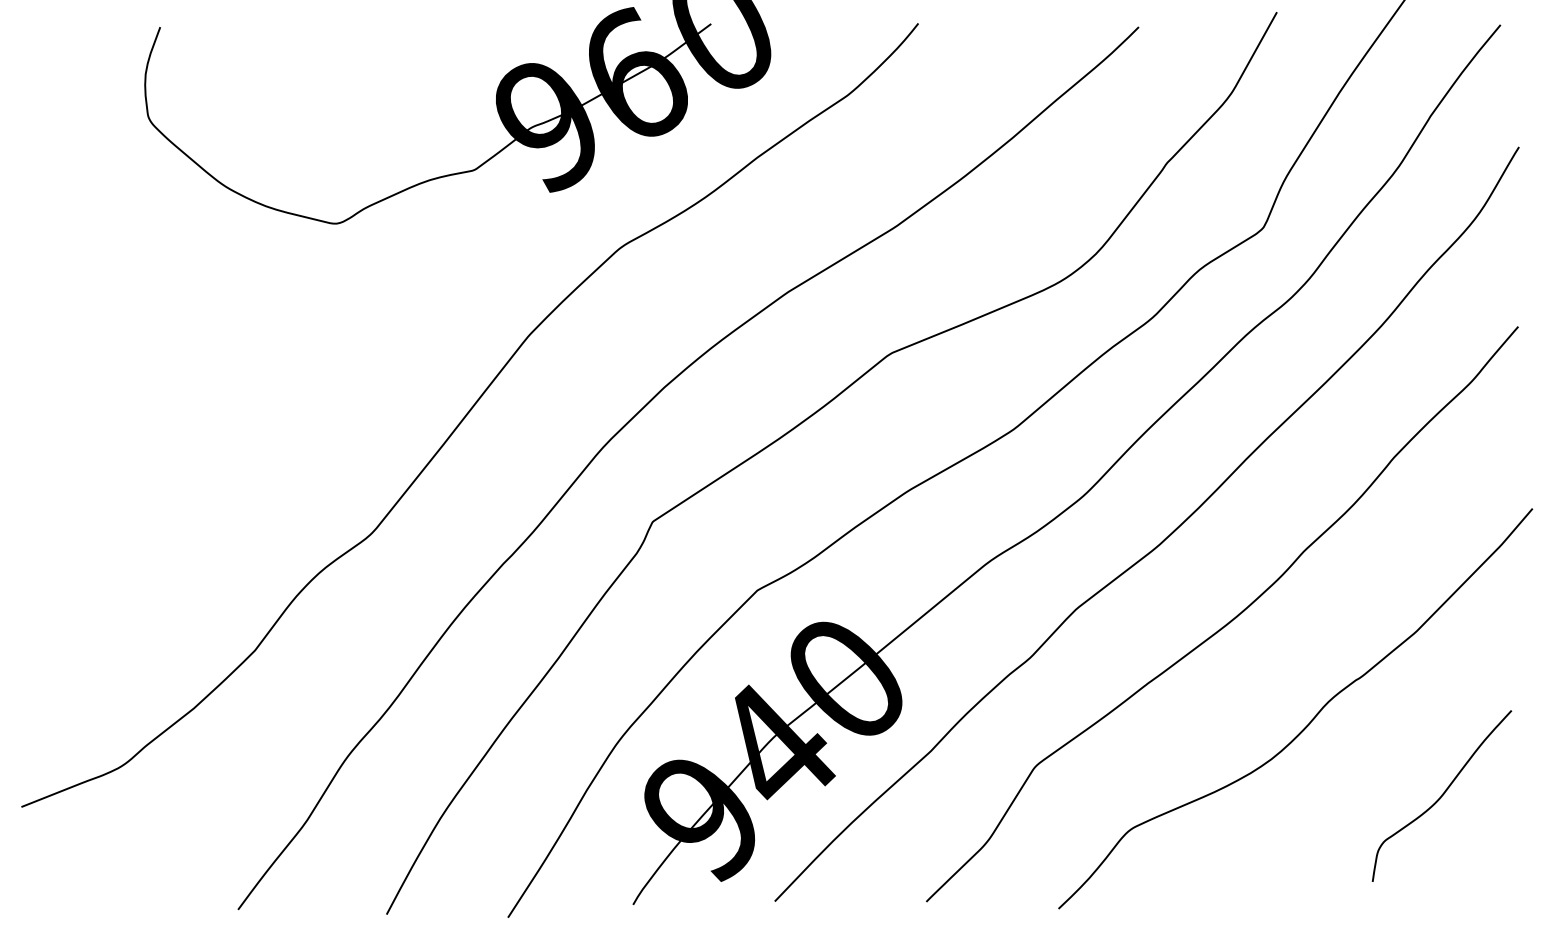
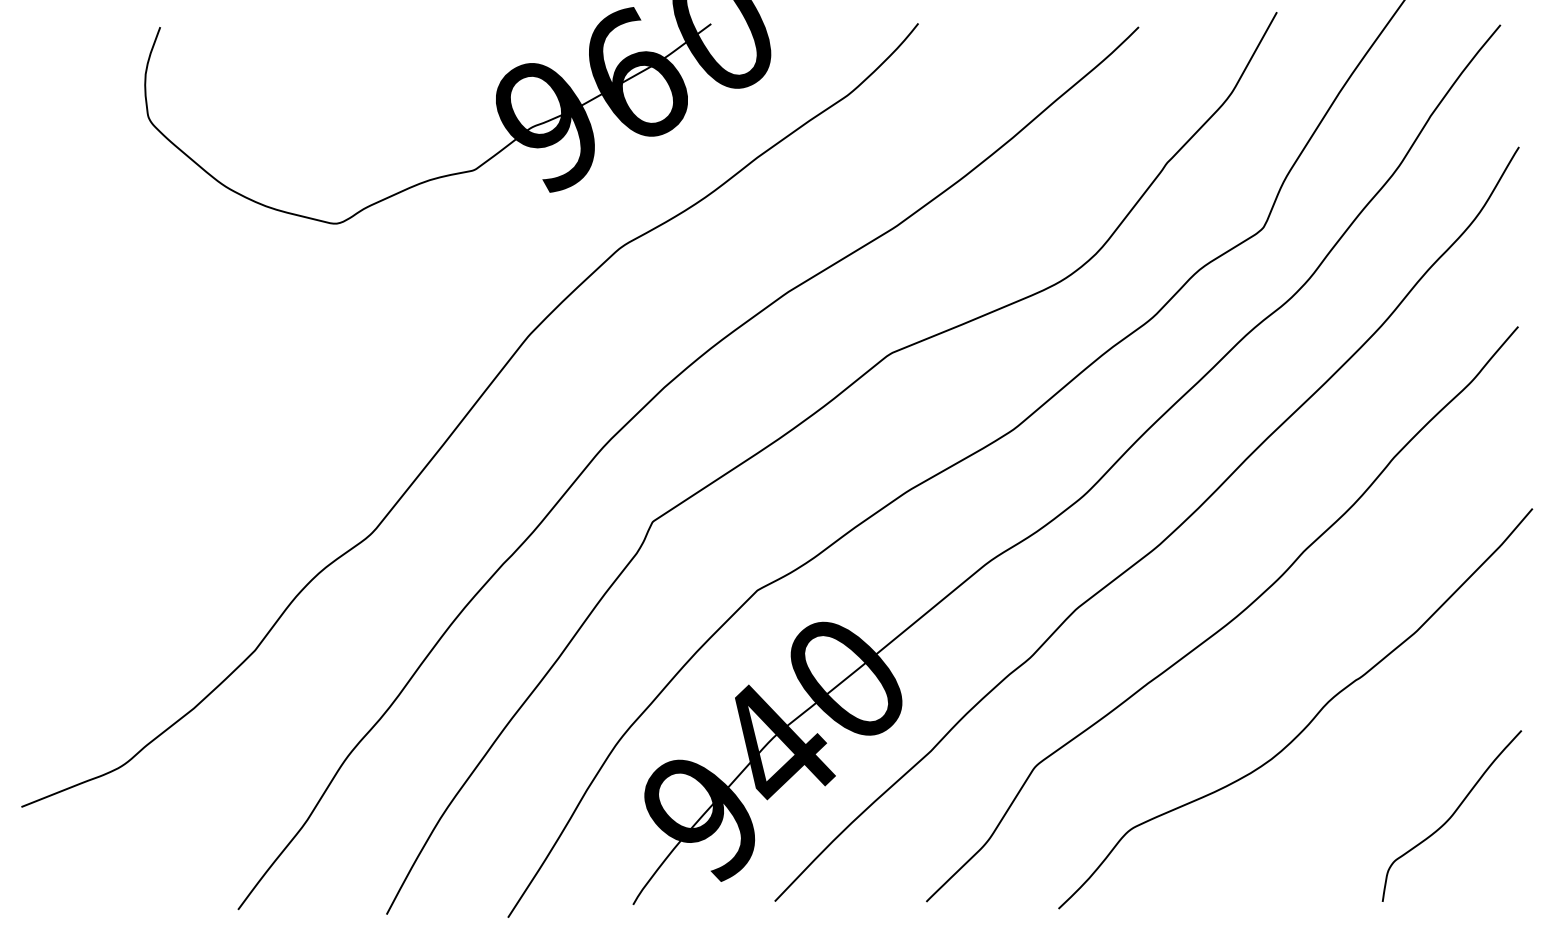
curve at (1441, 795) position: (1441, 795) -> (1451, 815)
